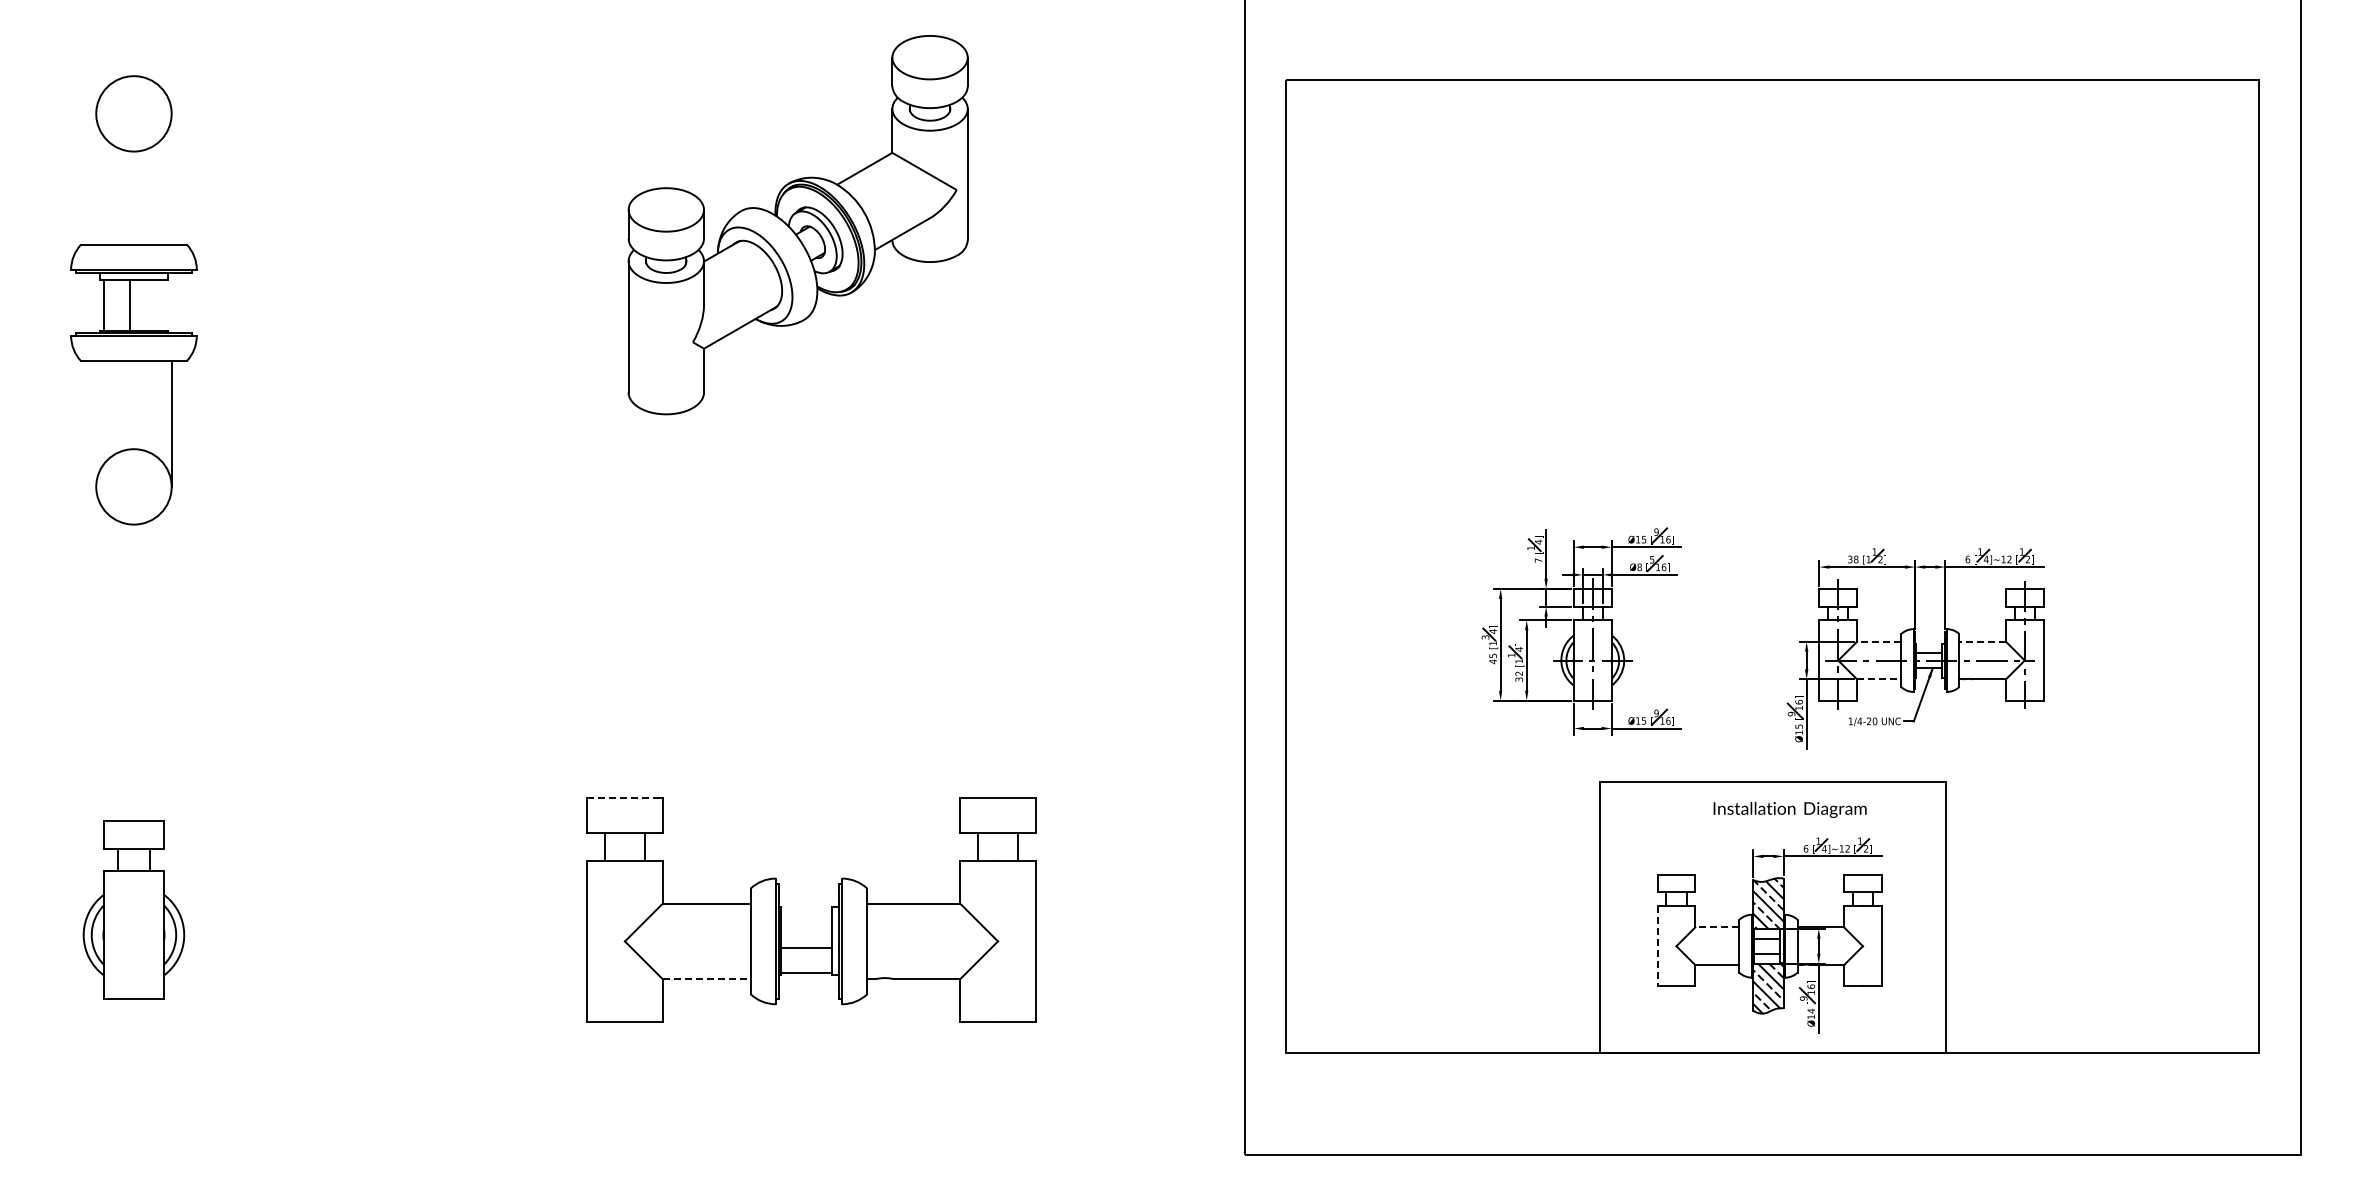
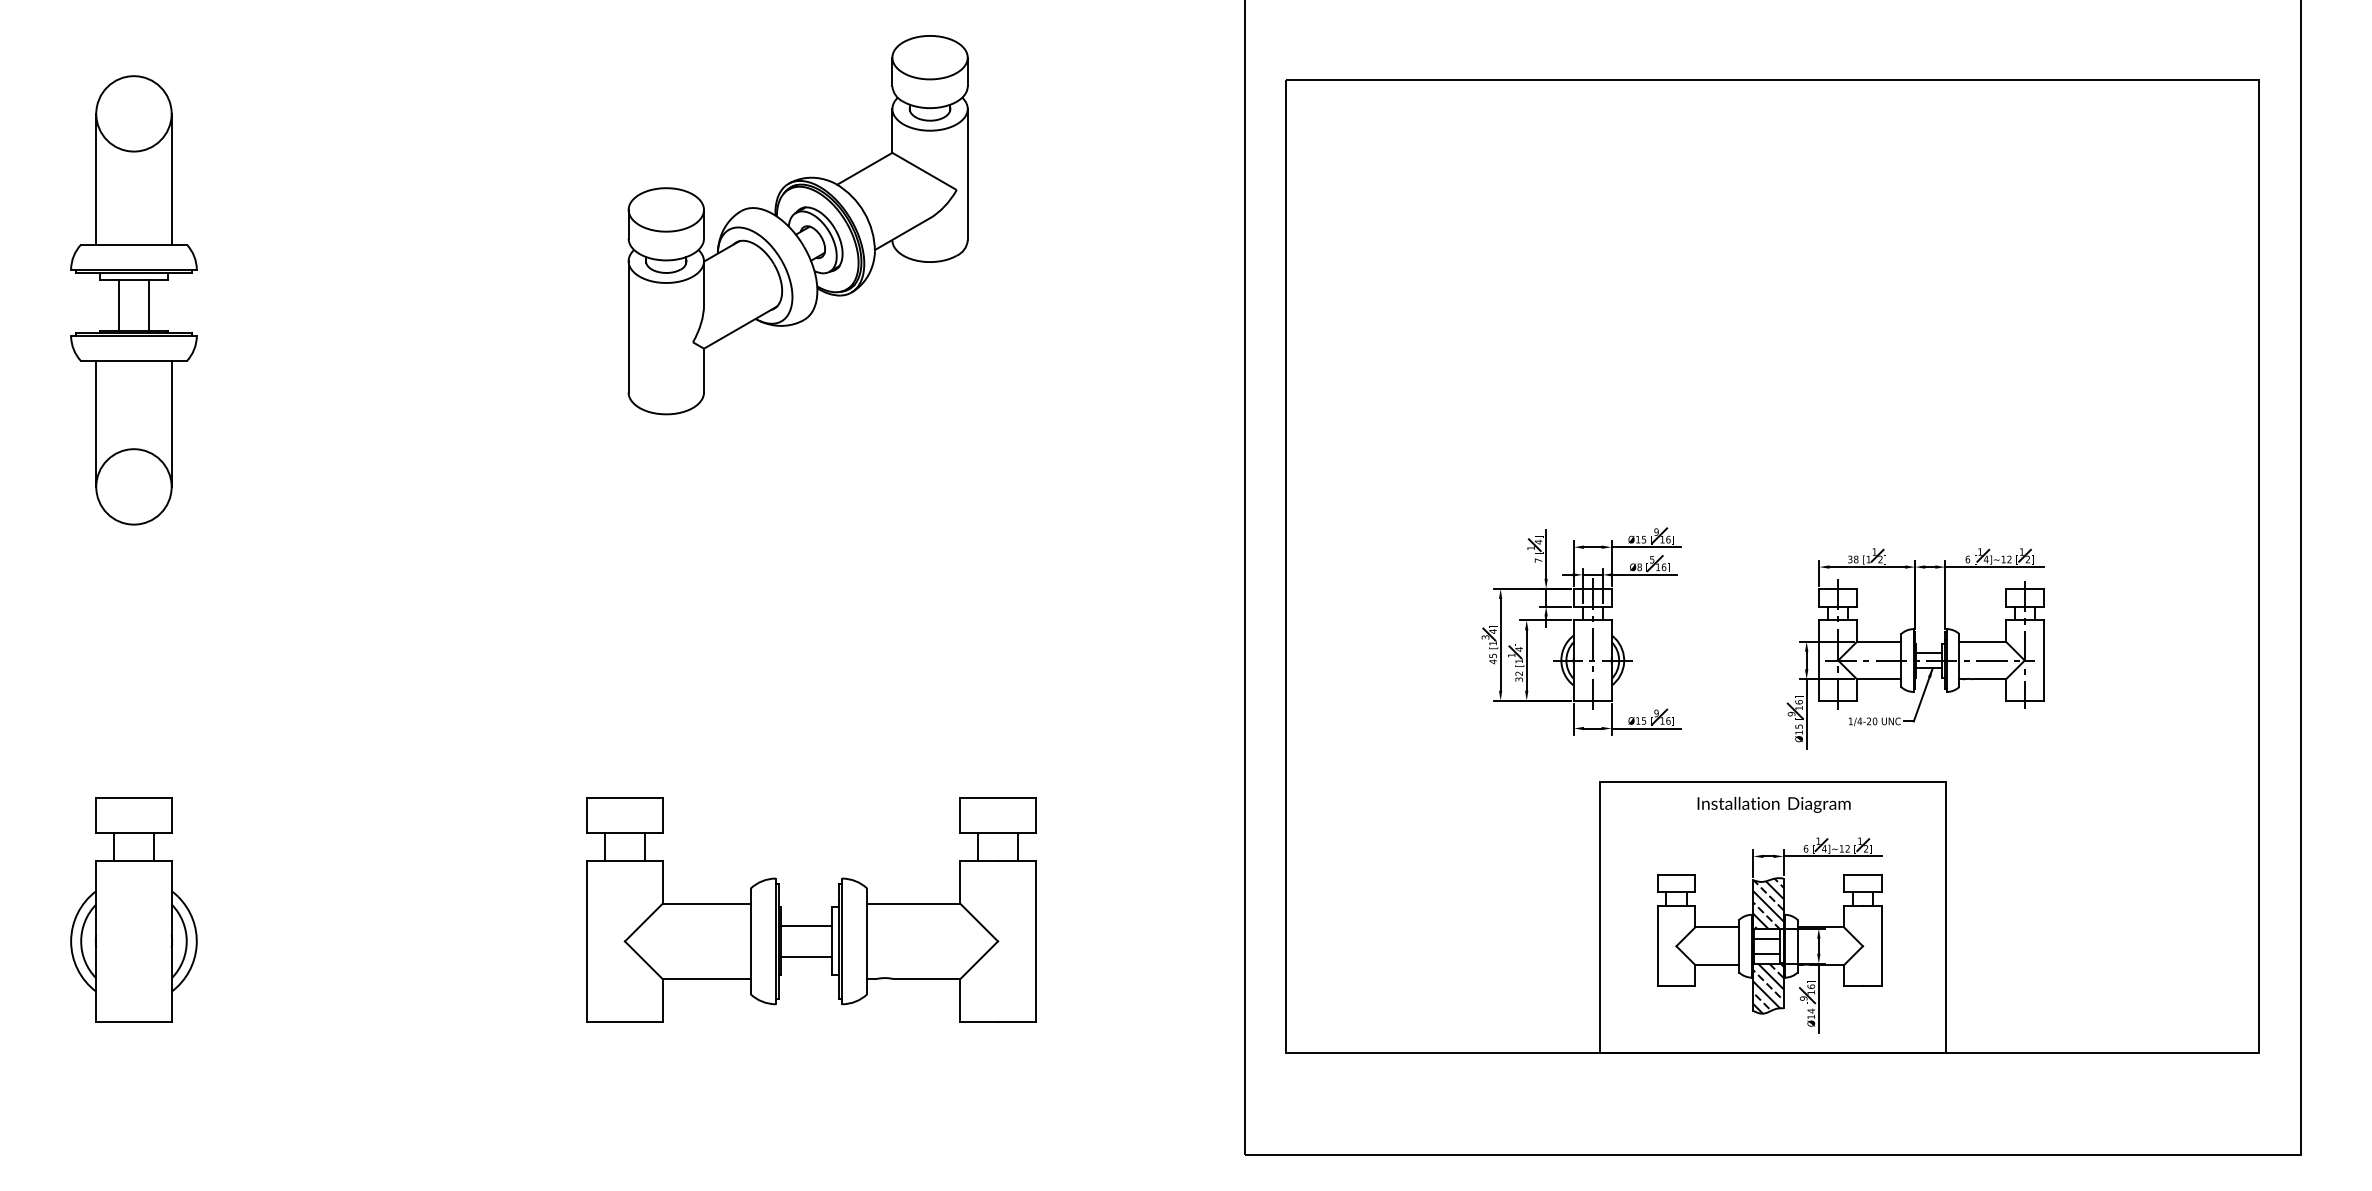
line at (96, 178): none -> present
line at (171, 178): none -> present
line at (103, 305) position: (103, 305) -> (118, 305)
line at (130, 305) position: (130, 305) -> (149, 305)
line at (96, 423): none -> present
line at (1879, 641): dashed -> solid
line at (1982, 641): dashed -> solid
line at (1879, 679): dashed -> solid
line at (623, 798): dashed -> solid
text at (1789, 809) position: (1789, 809) -> (1773, 804)
part at (133, 909) size: 104x180 px -> 128x226 px
line at (1717, 927): dashed -> solid
line at (1657, 946): dashed -> solid
line at (806, 948) position: (806, 948) -> (806, 926)
line at (806, 972) position: (806, 972) -> (806, 956)
line at (706, 979): dashed -> solid
